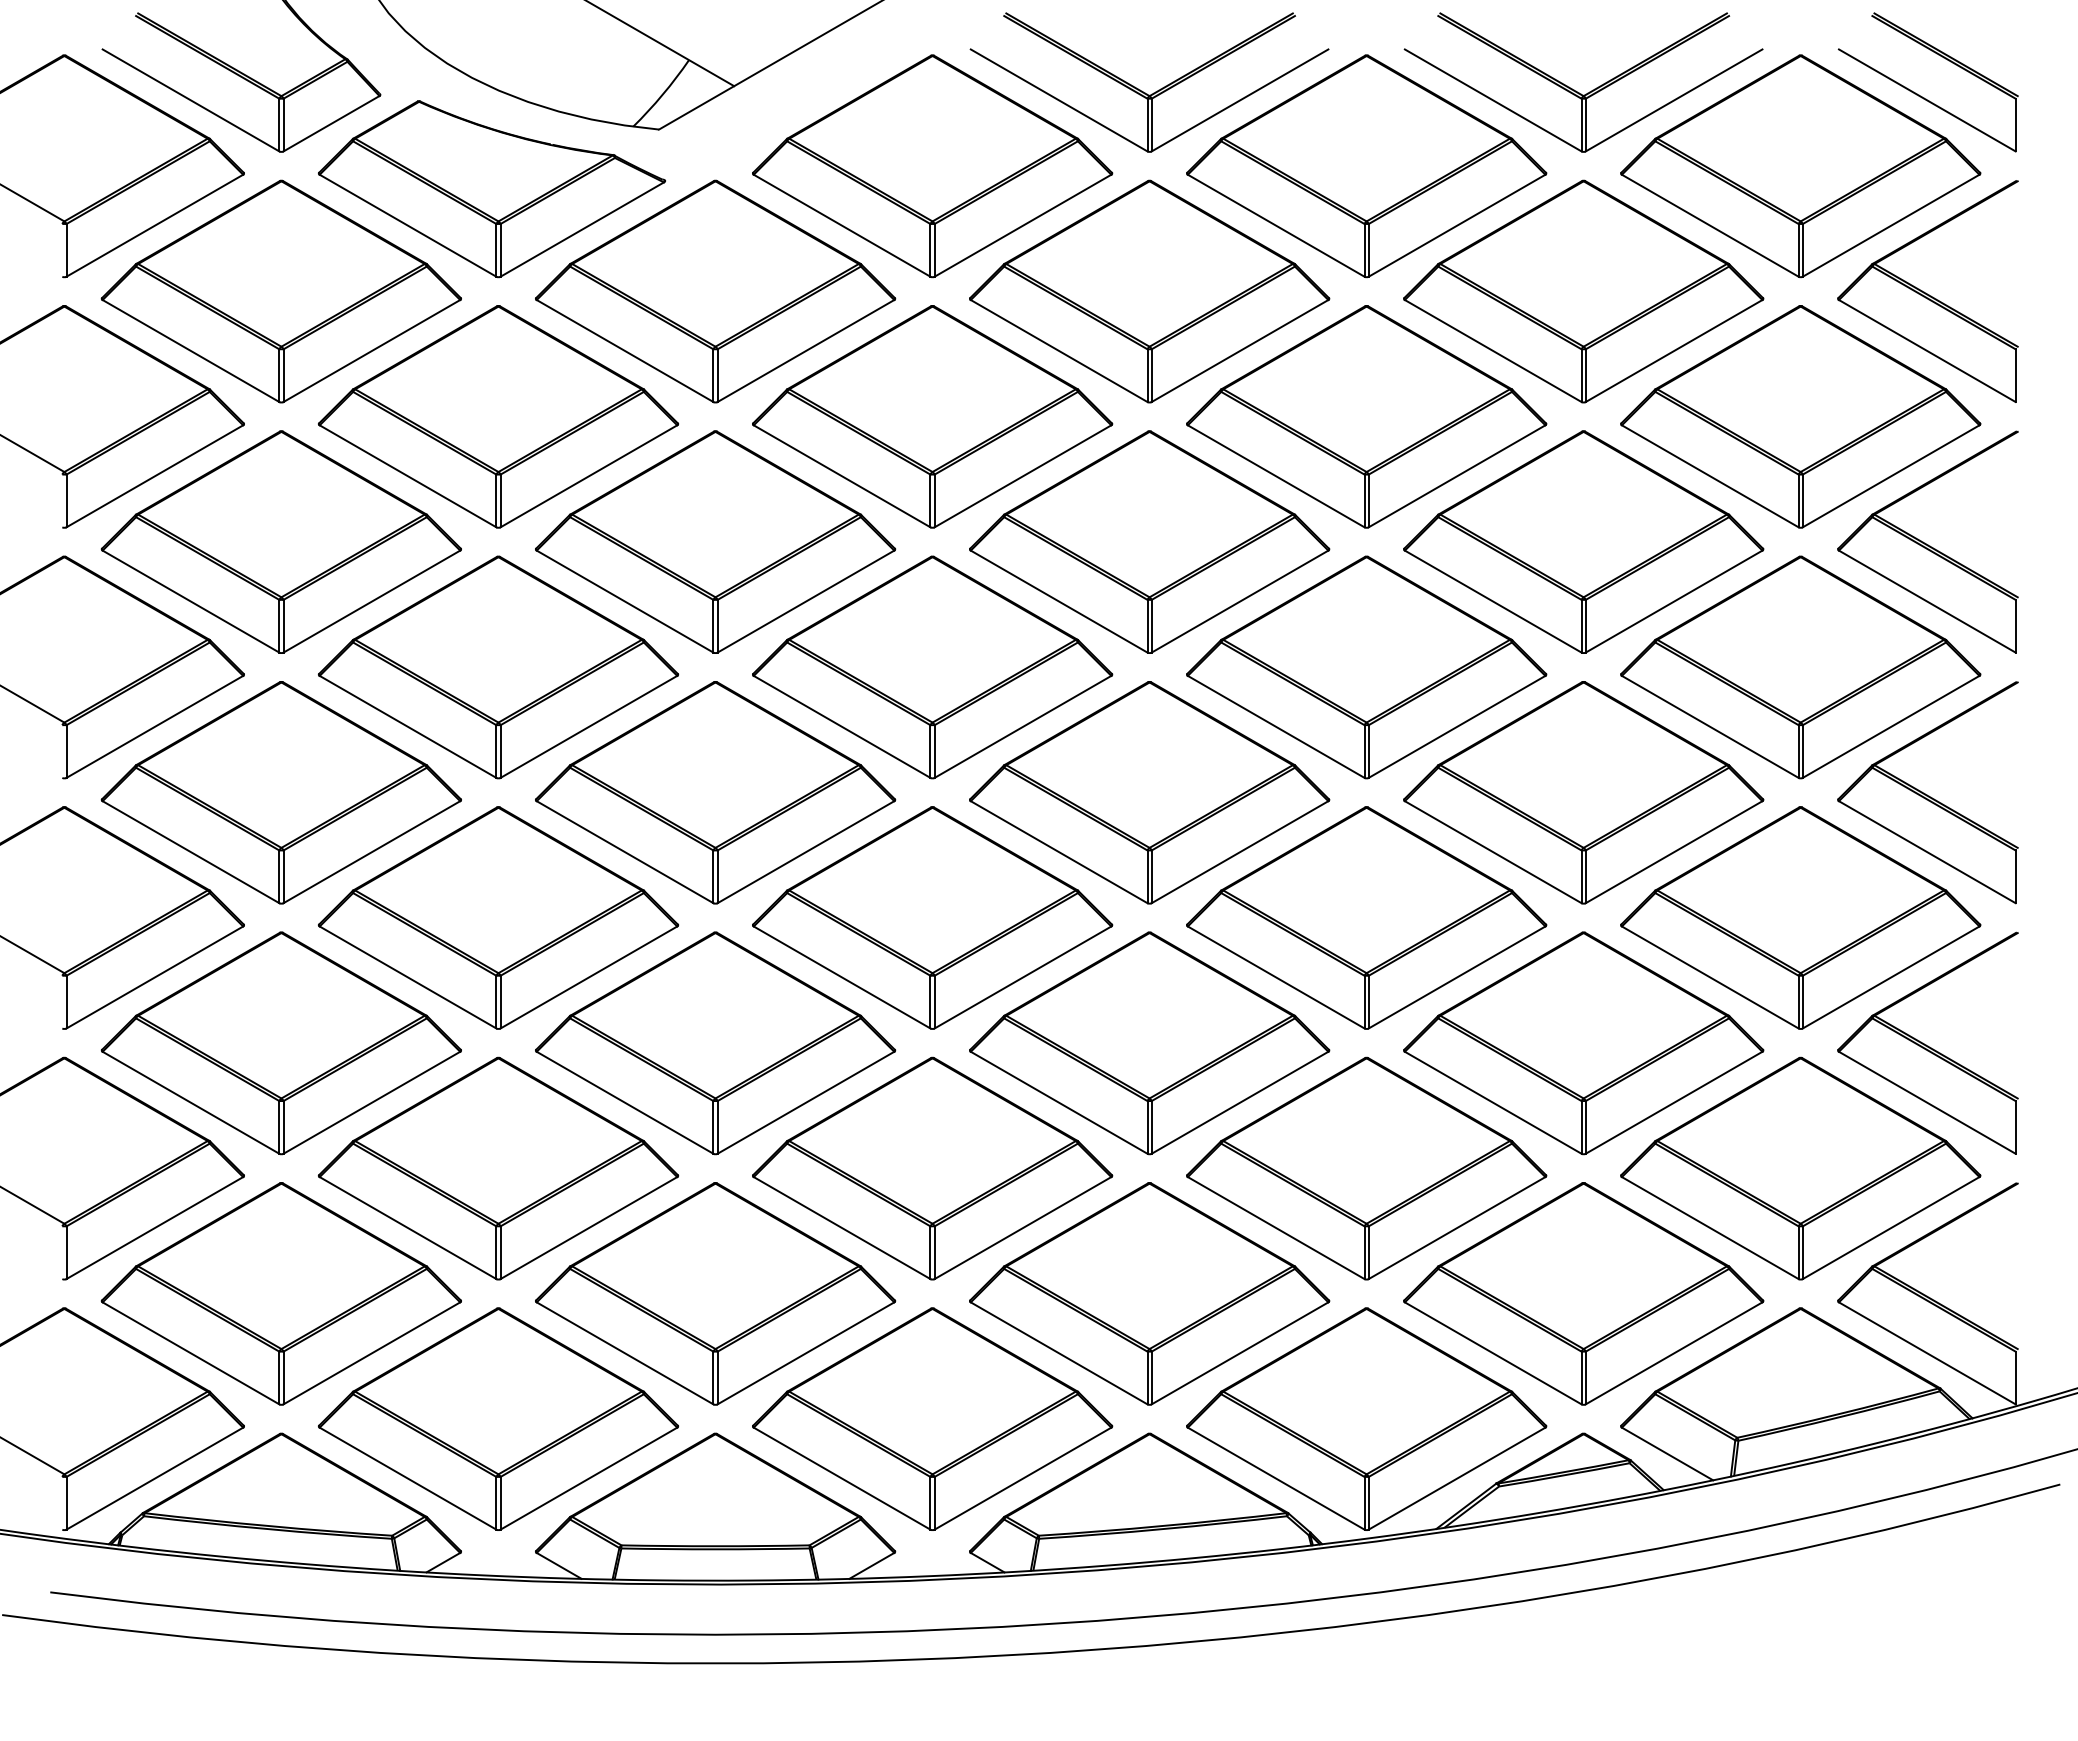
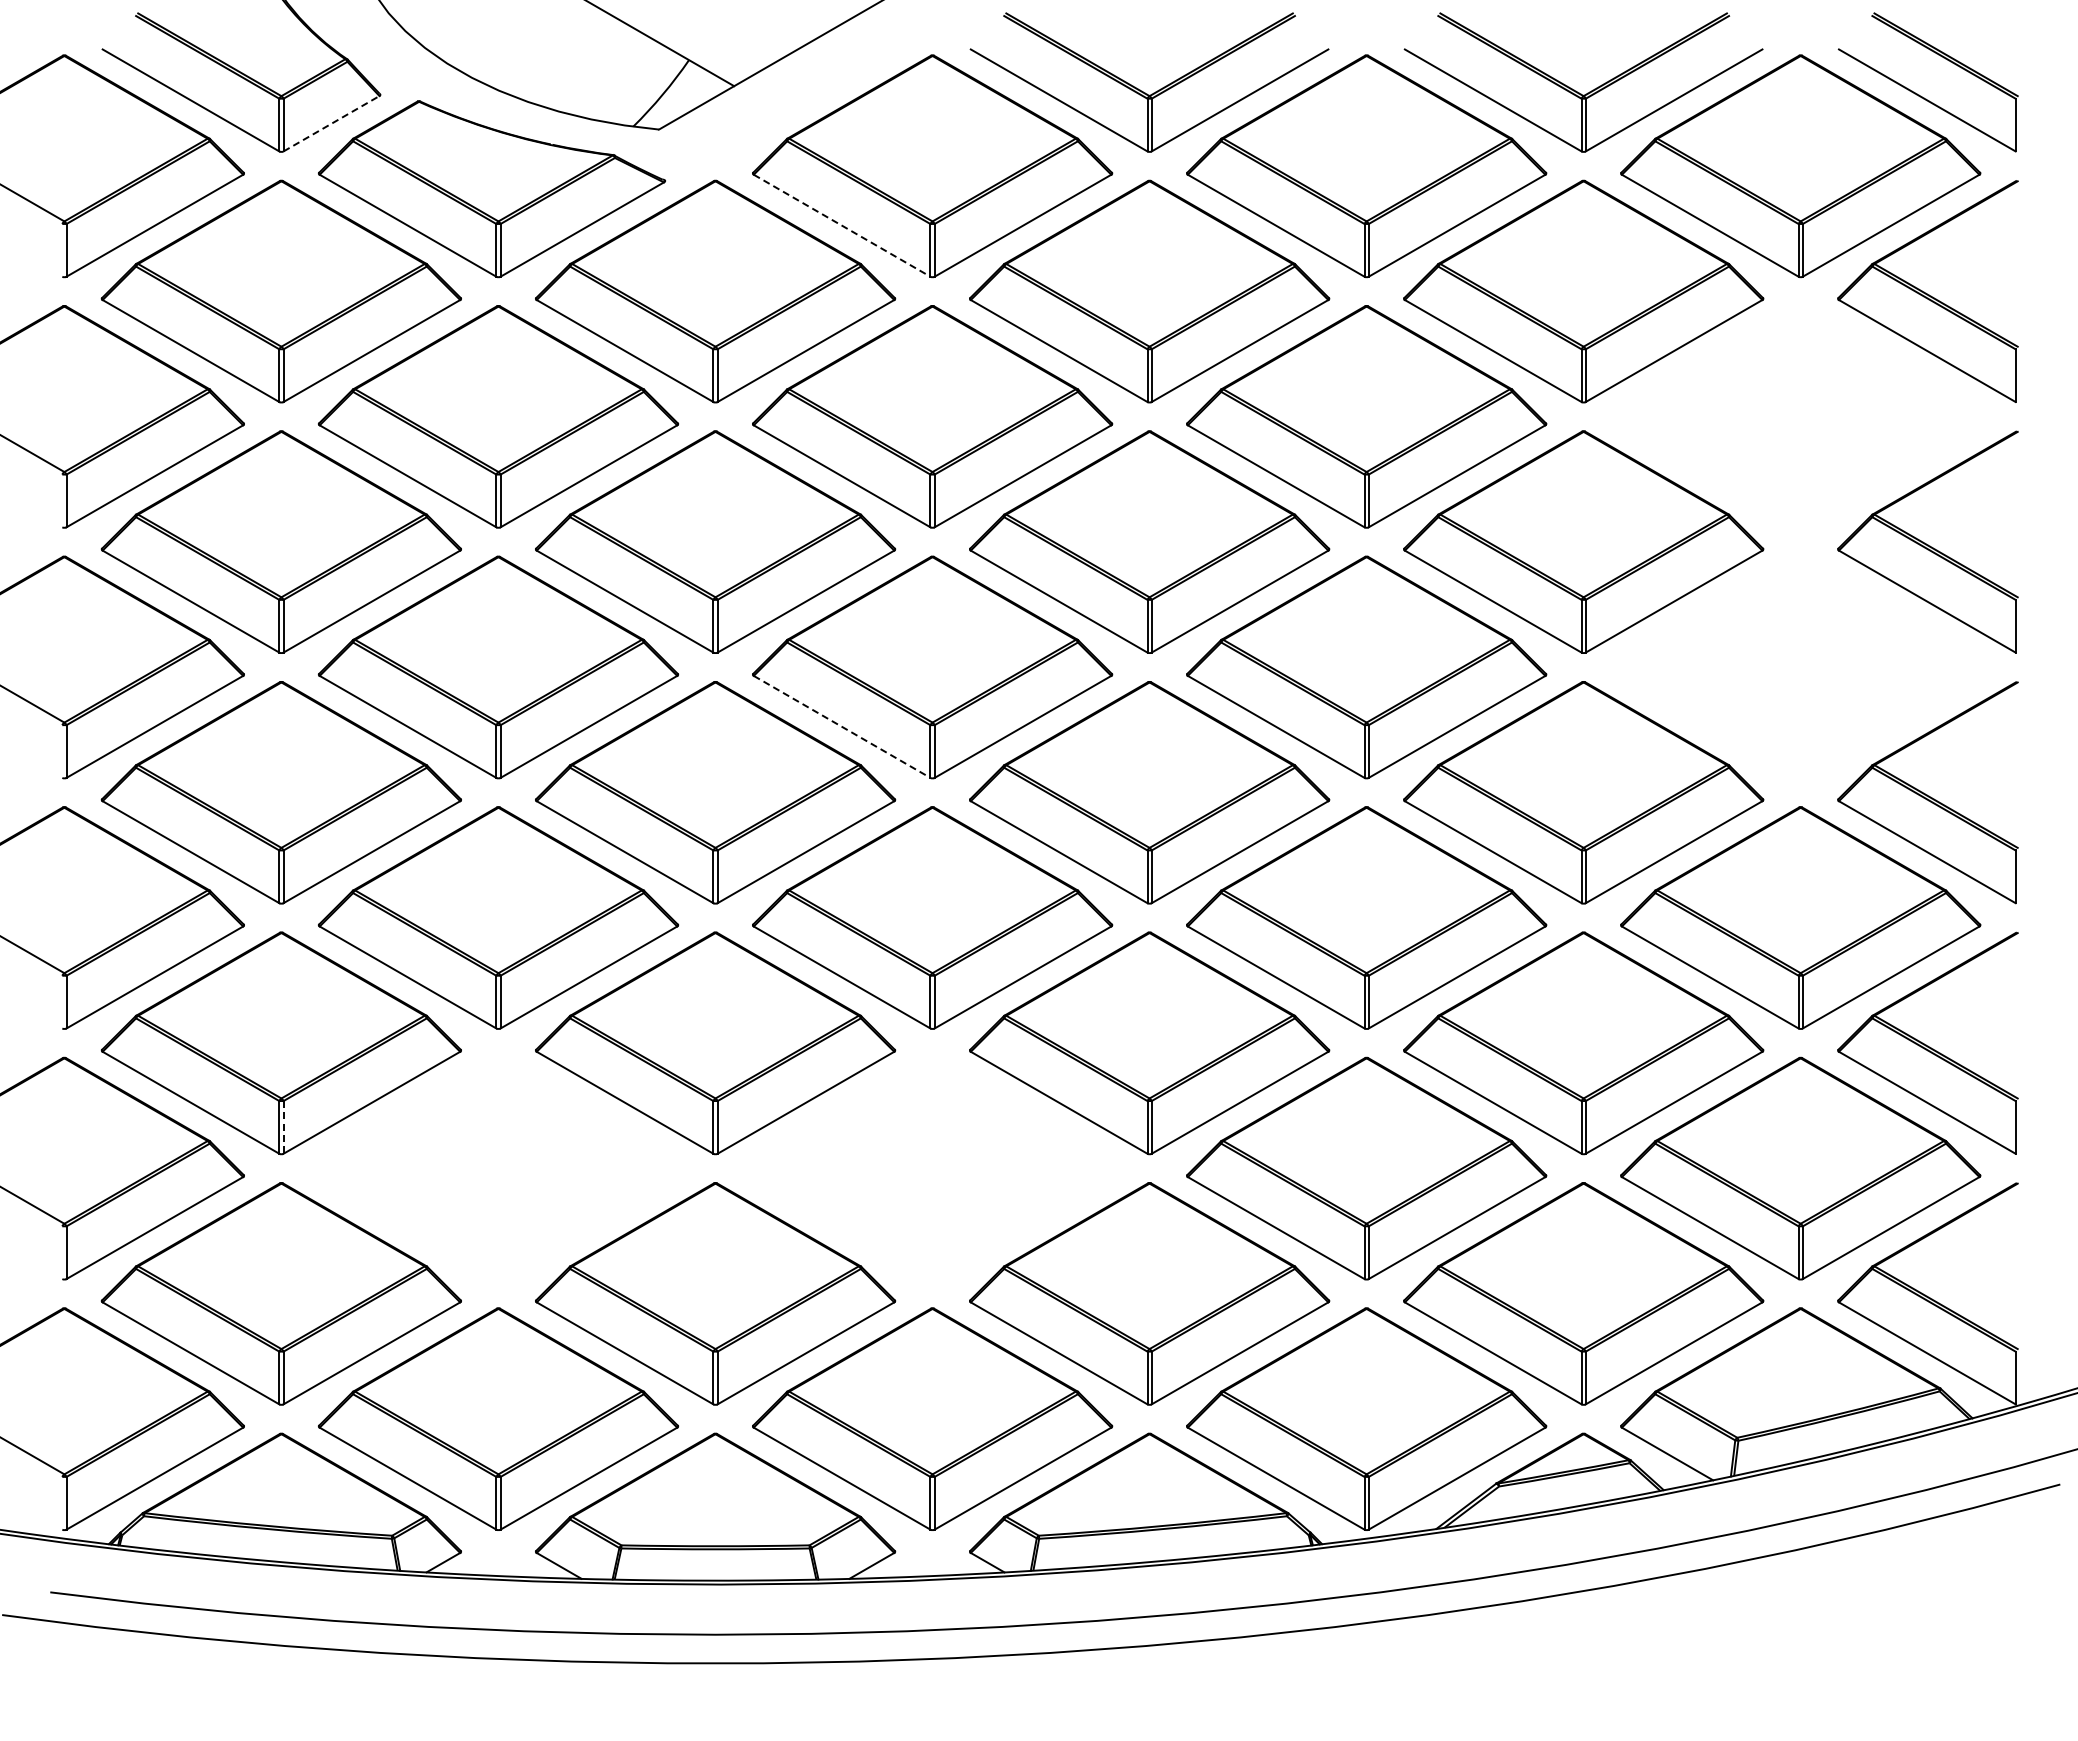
line at (331, 123): solid -> dashed
line at (842, 225): solid -> dashed
part at (1800, 416): present -> none
part at (1800, 667): present -> none
line at (842, 727): solid -> dashed
line at (283, 1127): solid -> dashed
part at (498, 1168): present -> none
part at (932, 1168): present -> none
